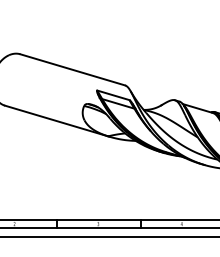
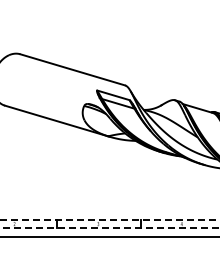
line at (110, 219): solid -> dashed
line at (110, 228): solid -> dashed
